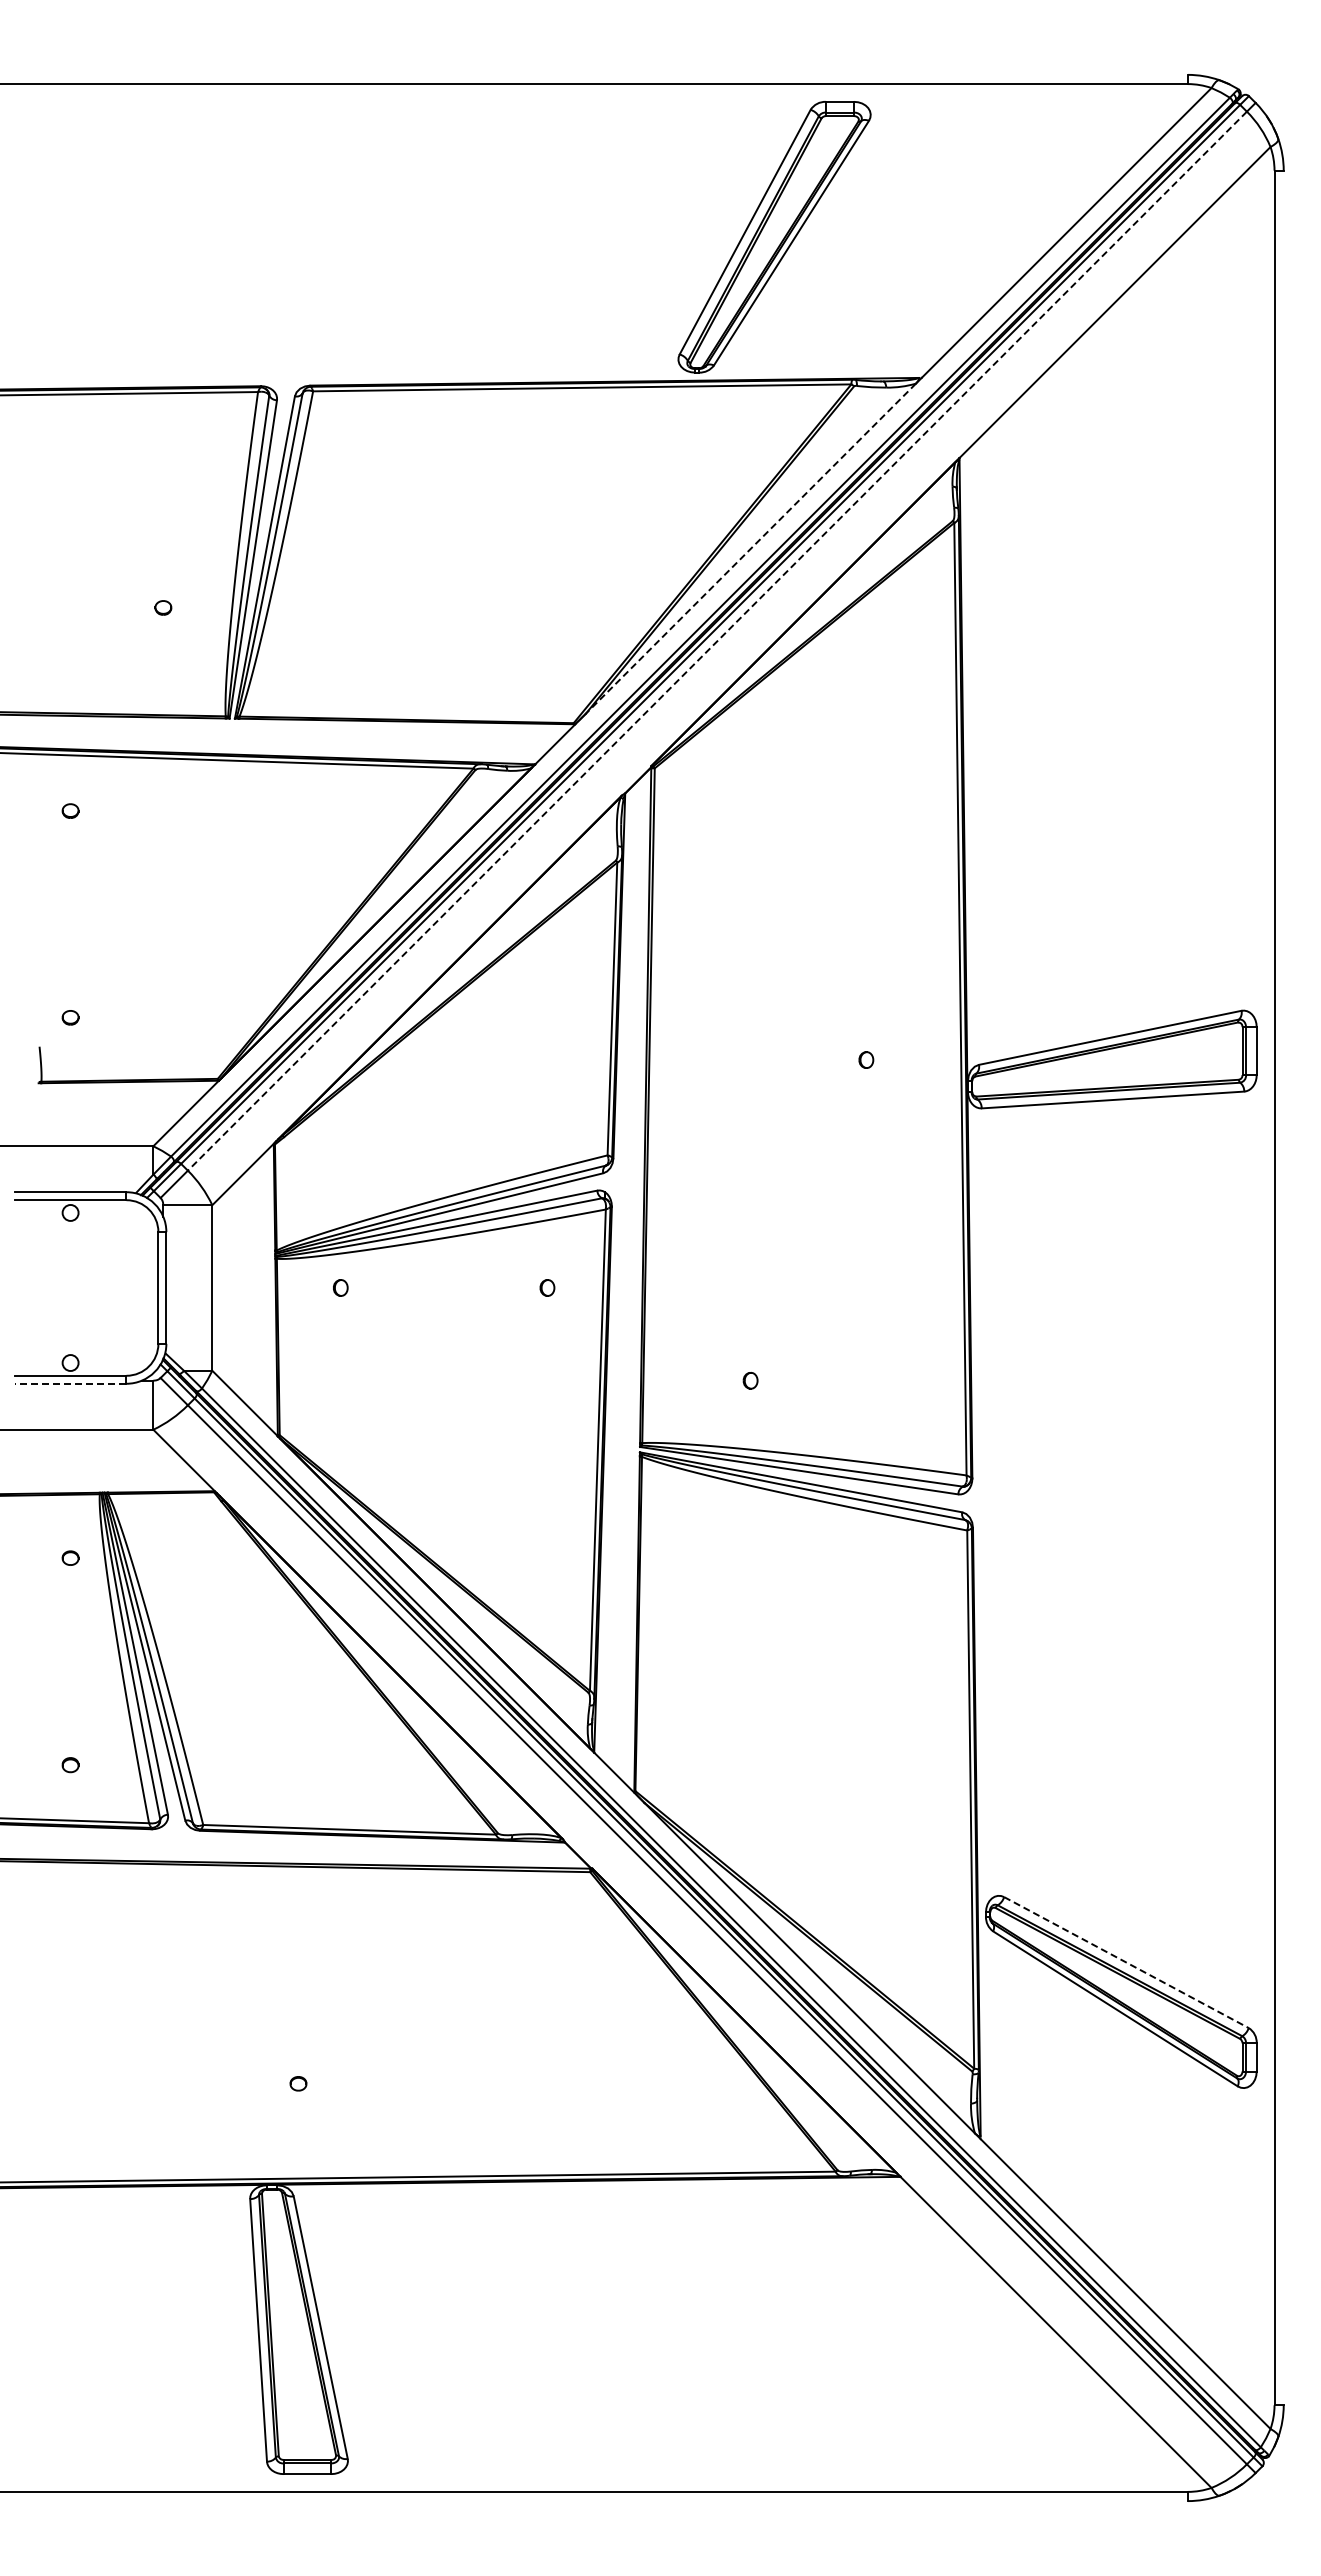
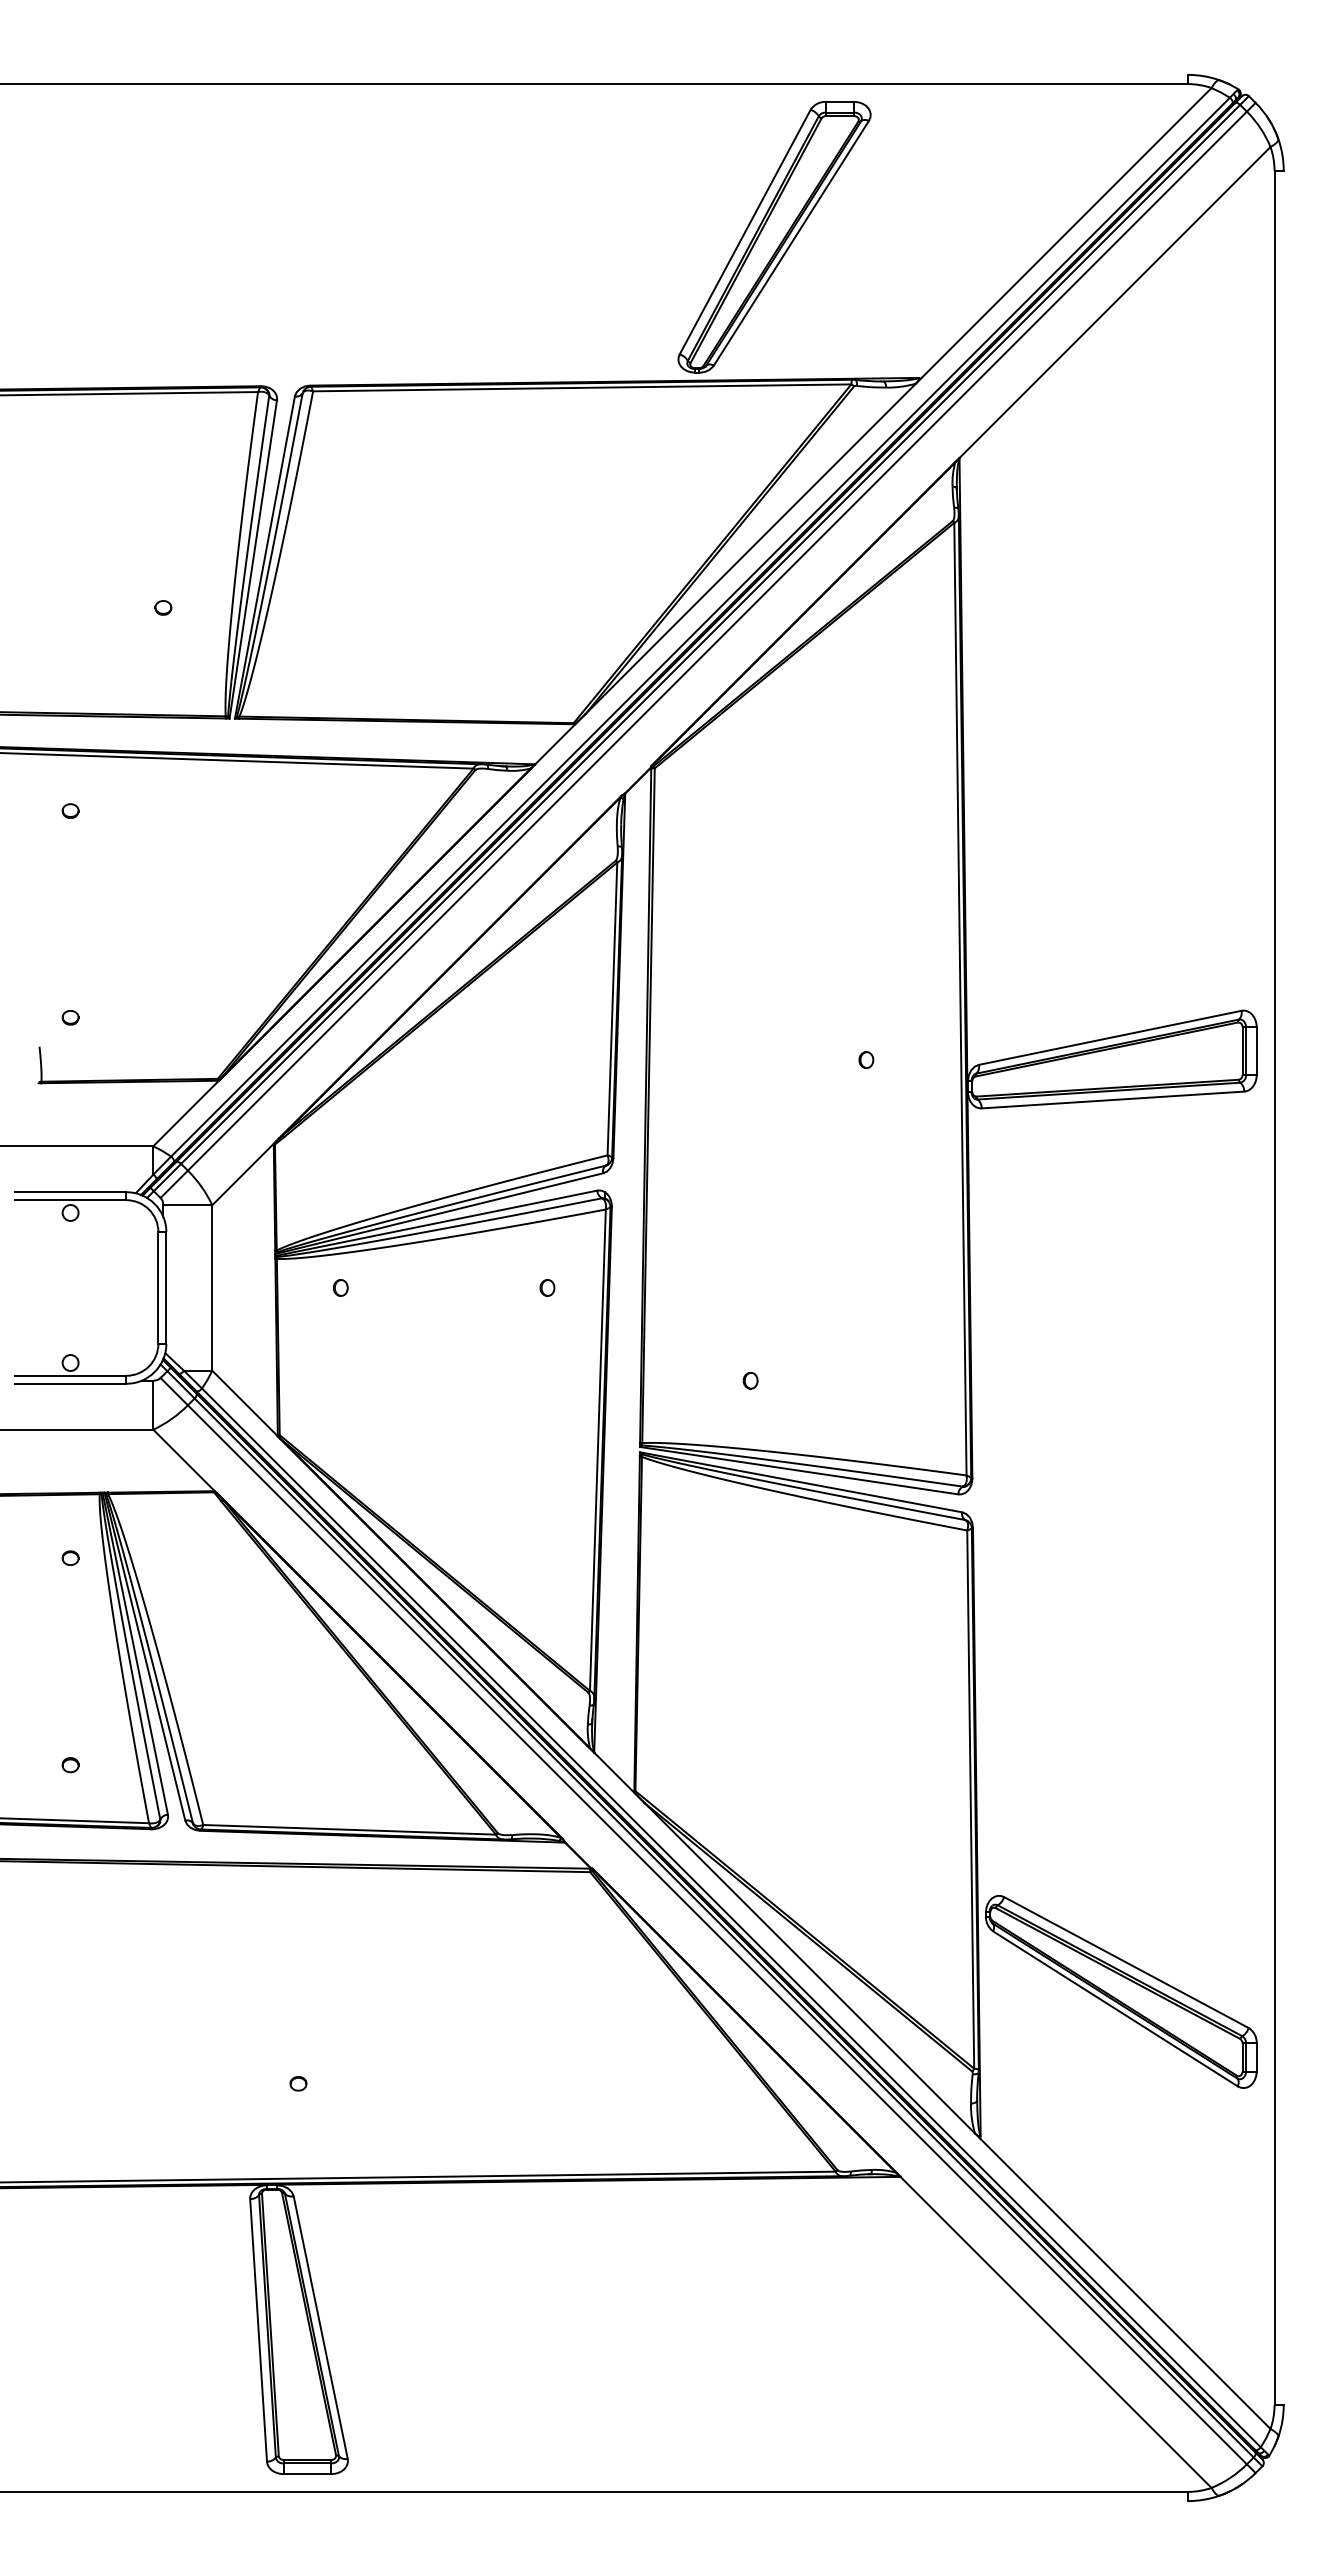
line at (750, 549): dashed -> solid
line at (717, 641): dashed -> solid
line at (70, 1383): dashed -> solid
line at (1126, 1962): dashed -> solid
